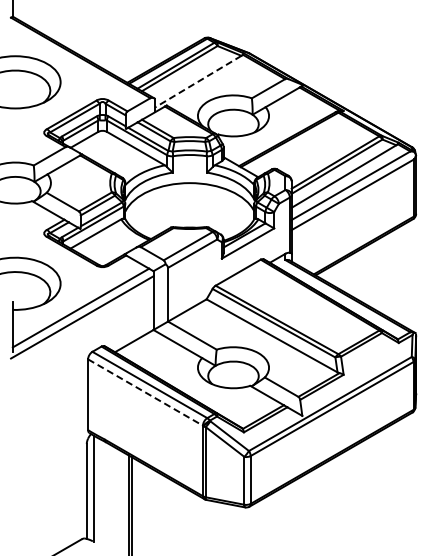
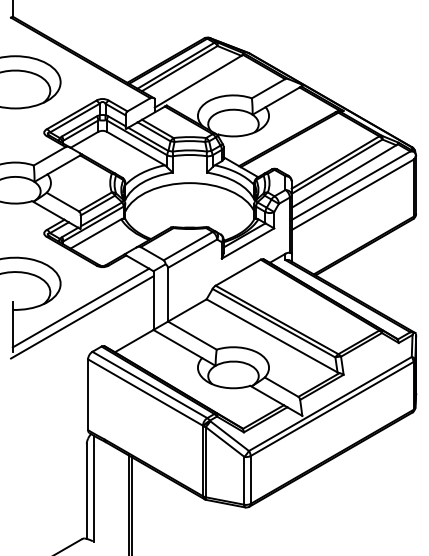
line at (198, 81): dashed -> solid
line at (145, 392): dashed -> solid
